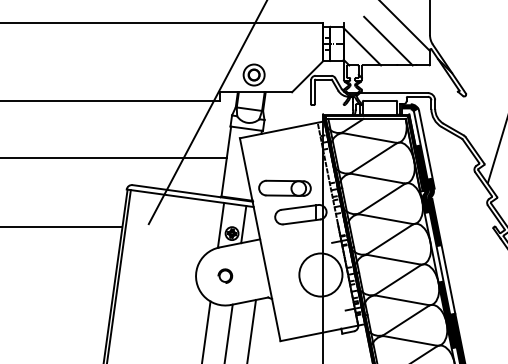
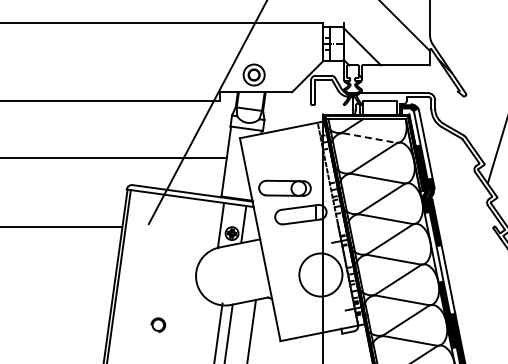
line at (388, 40): present -> none
line at (369, 138): solid -> dashed
part at (225, 275) position: (225, 275) -> (158, 324)
line at (206, 330) position: (206, 330) -> (218, 331)
